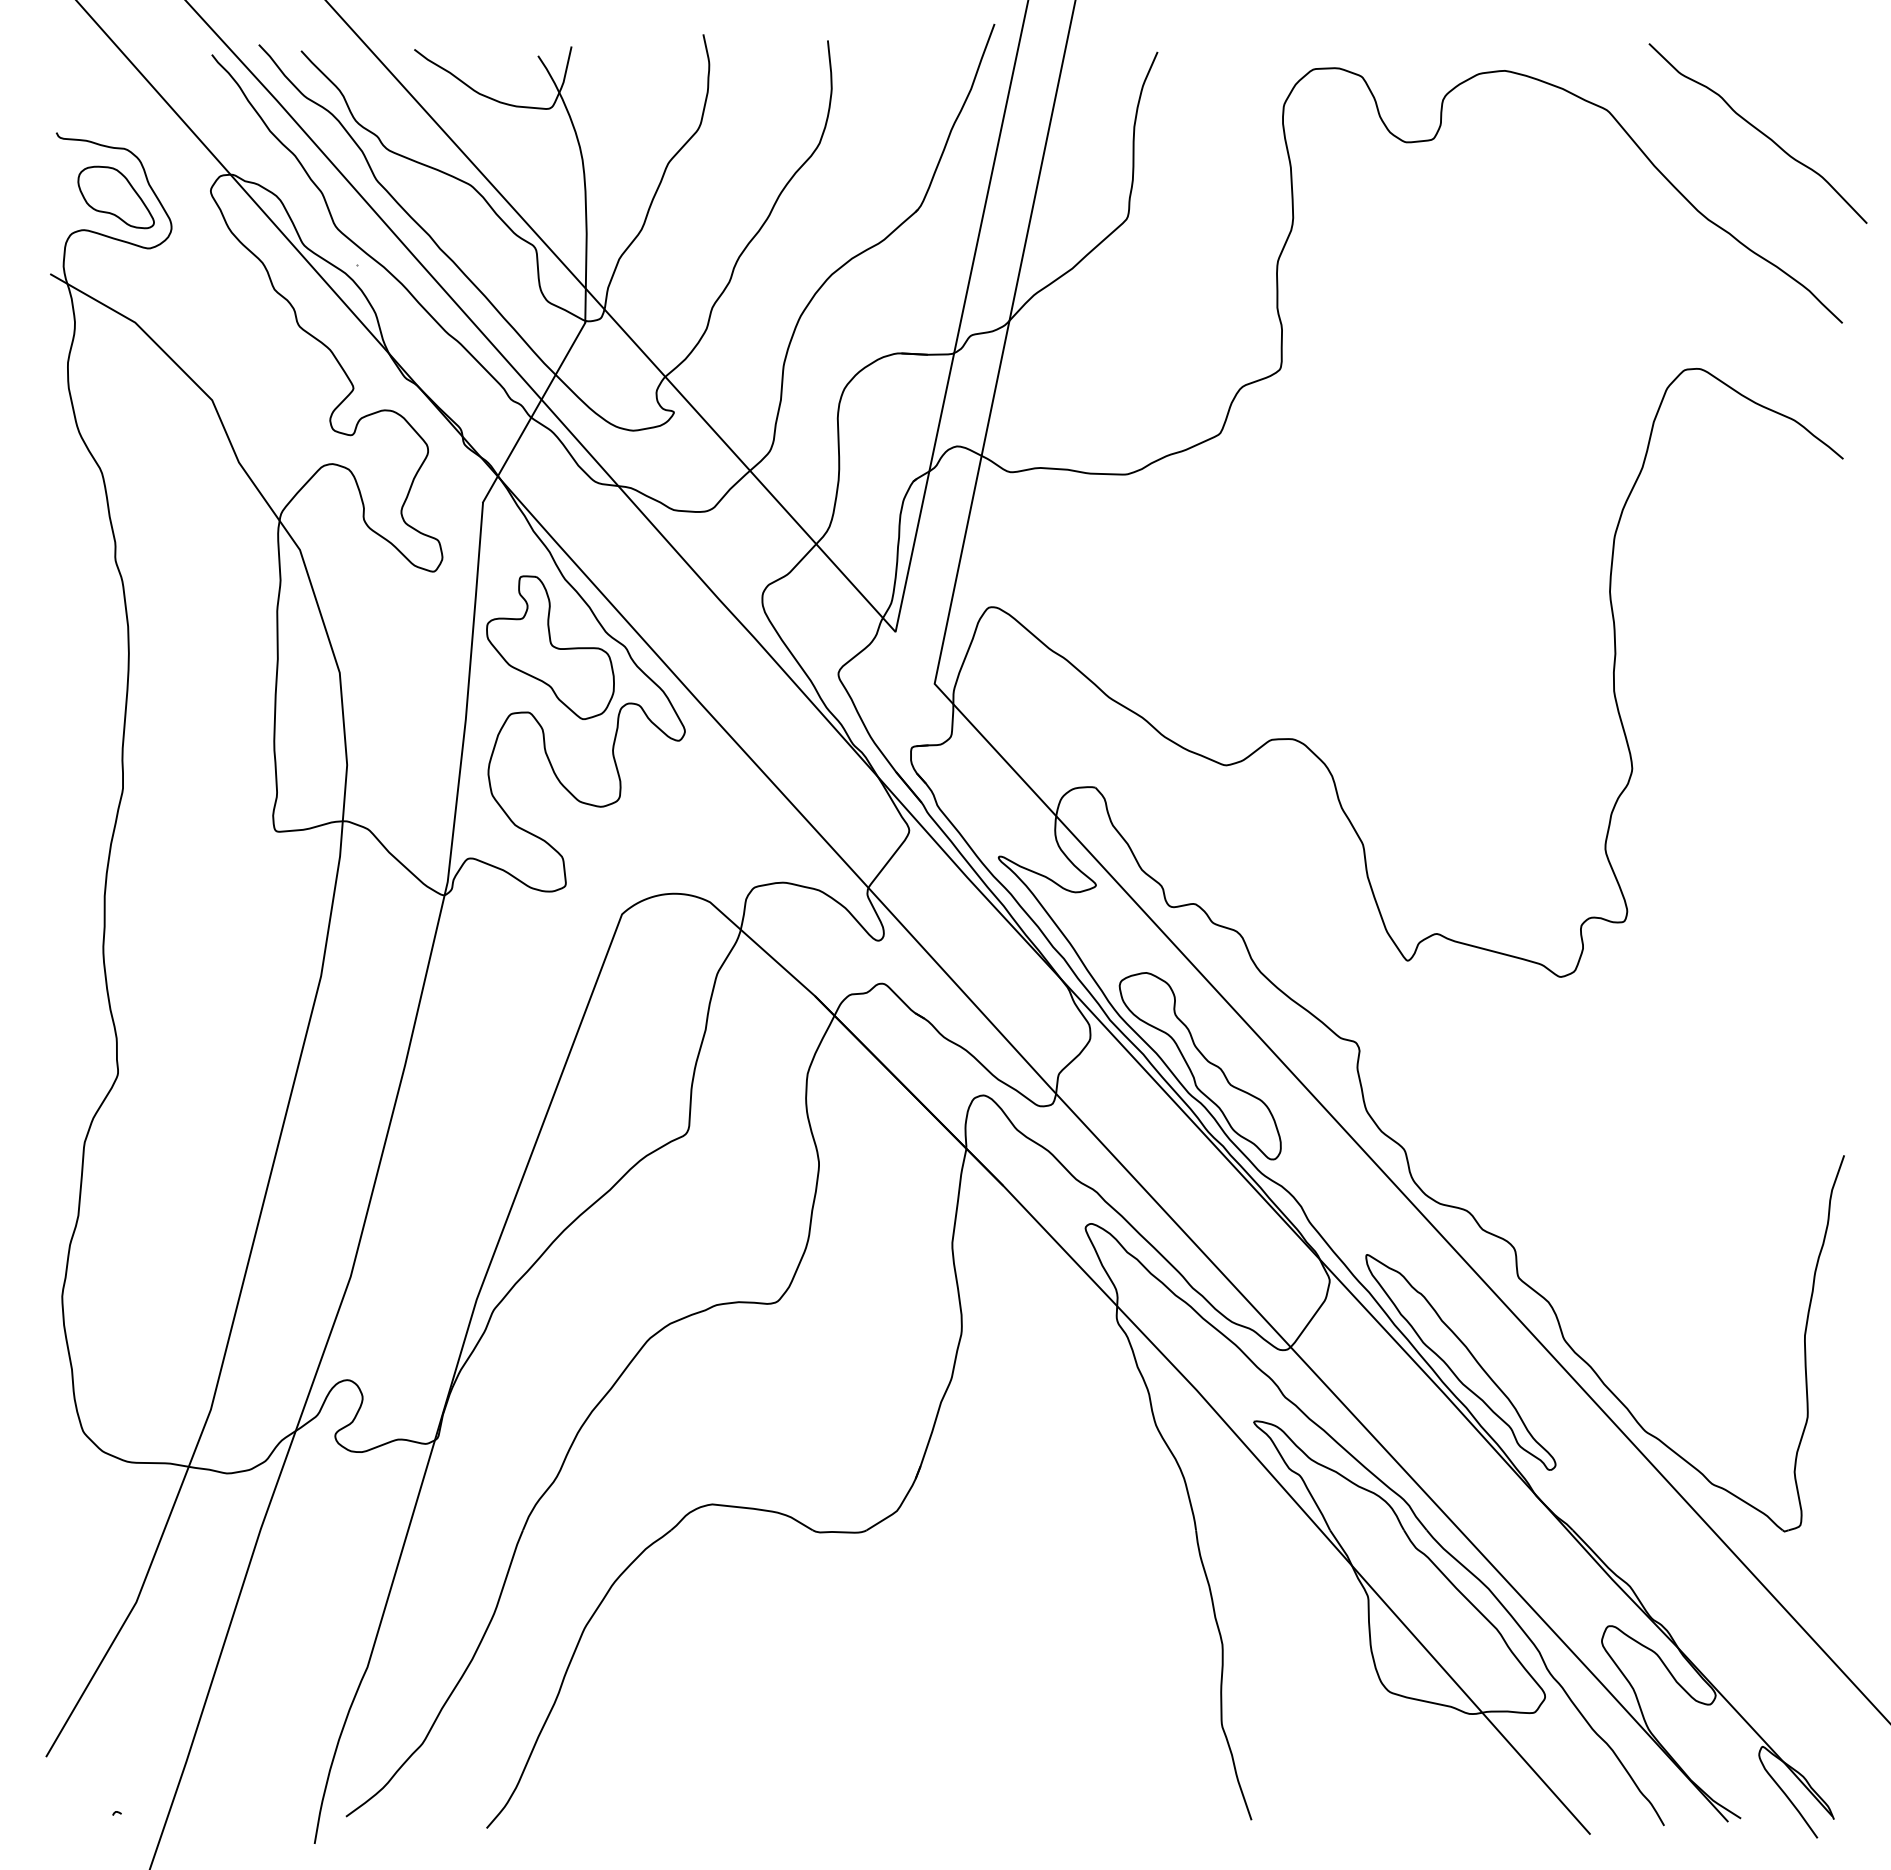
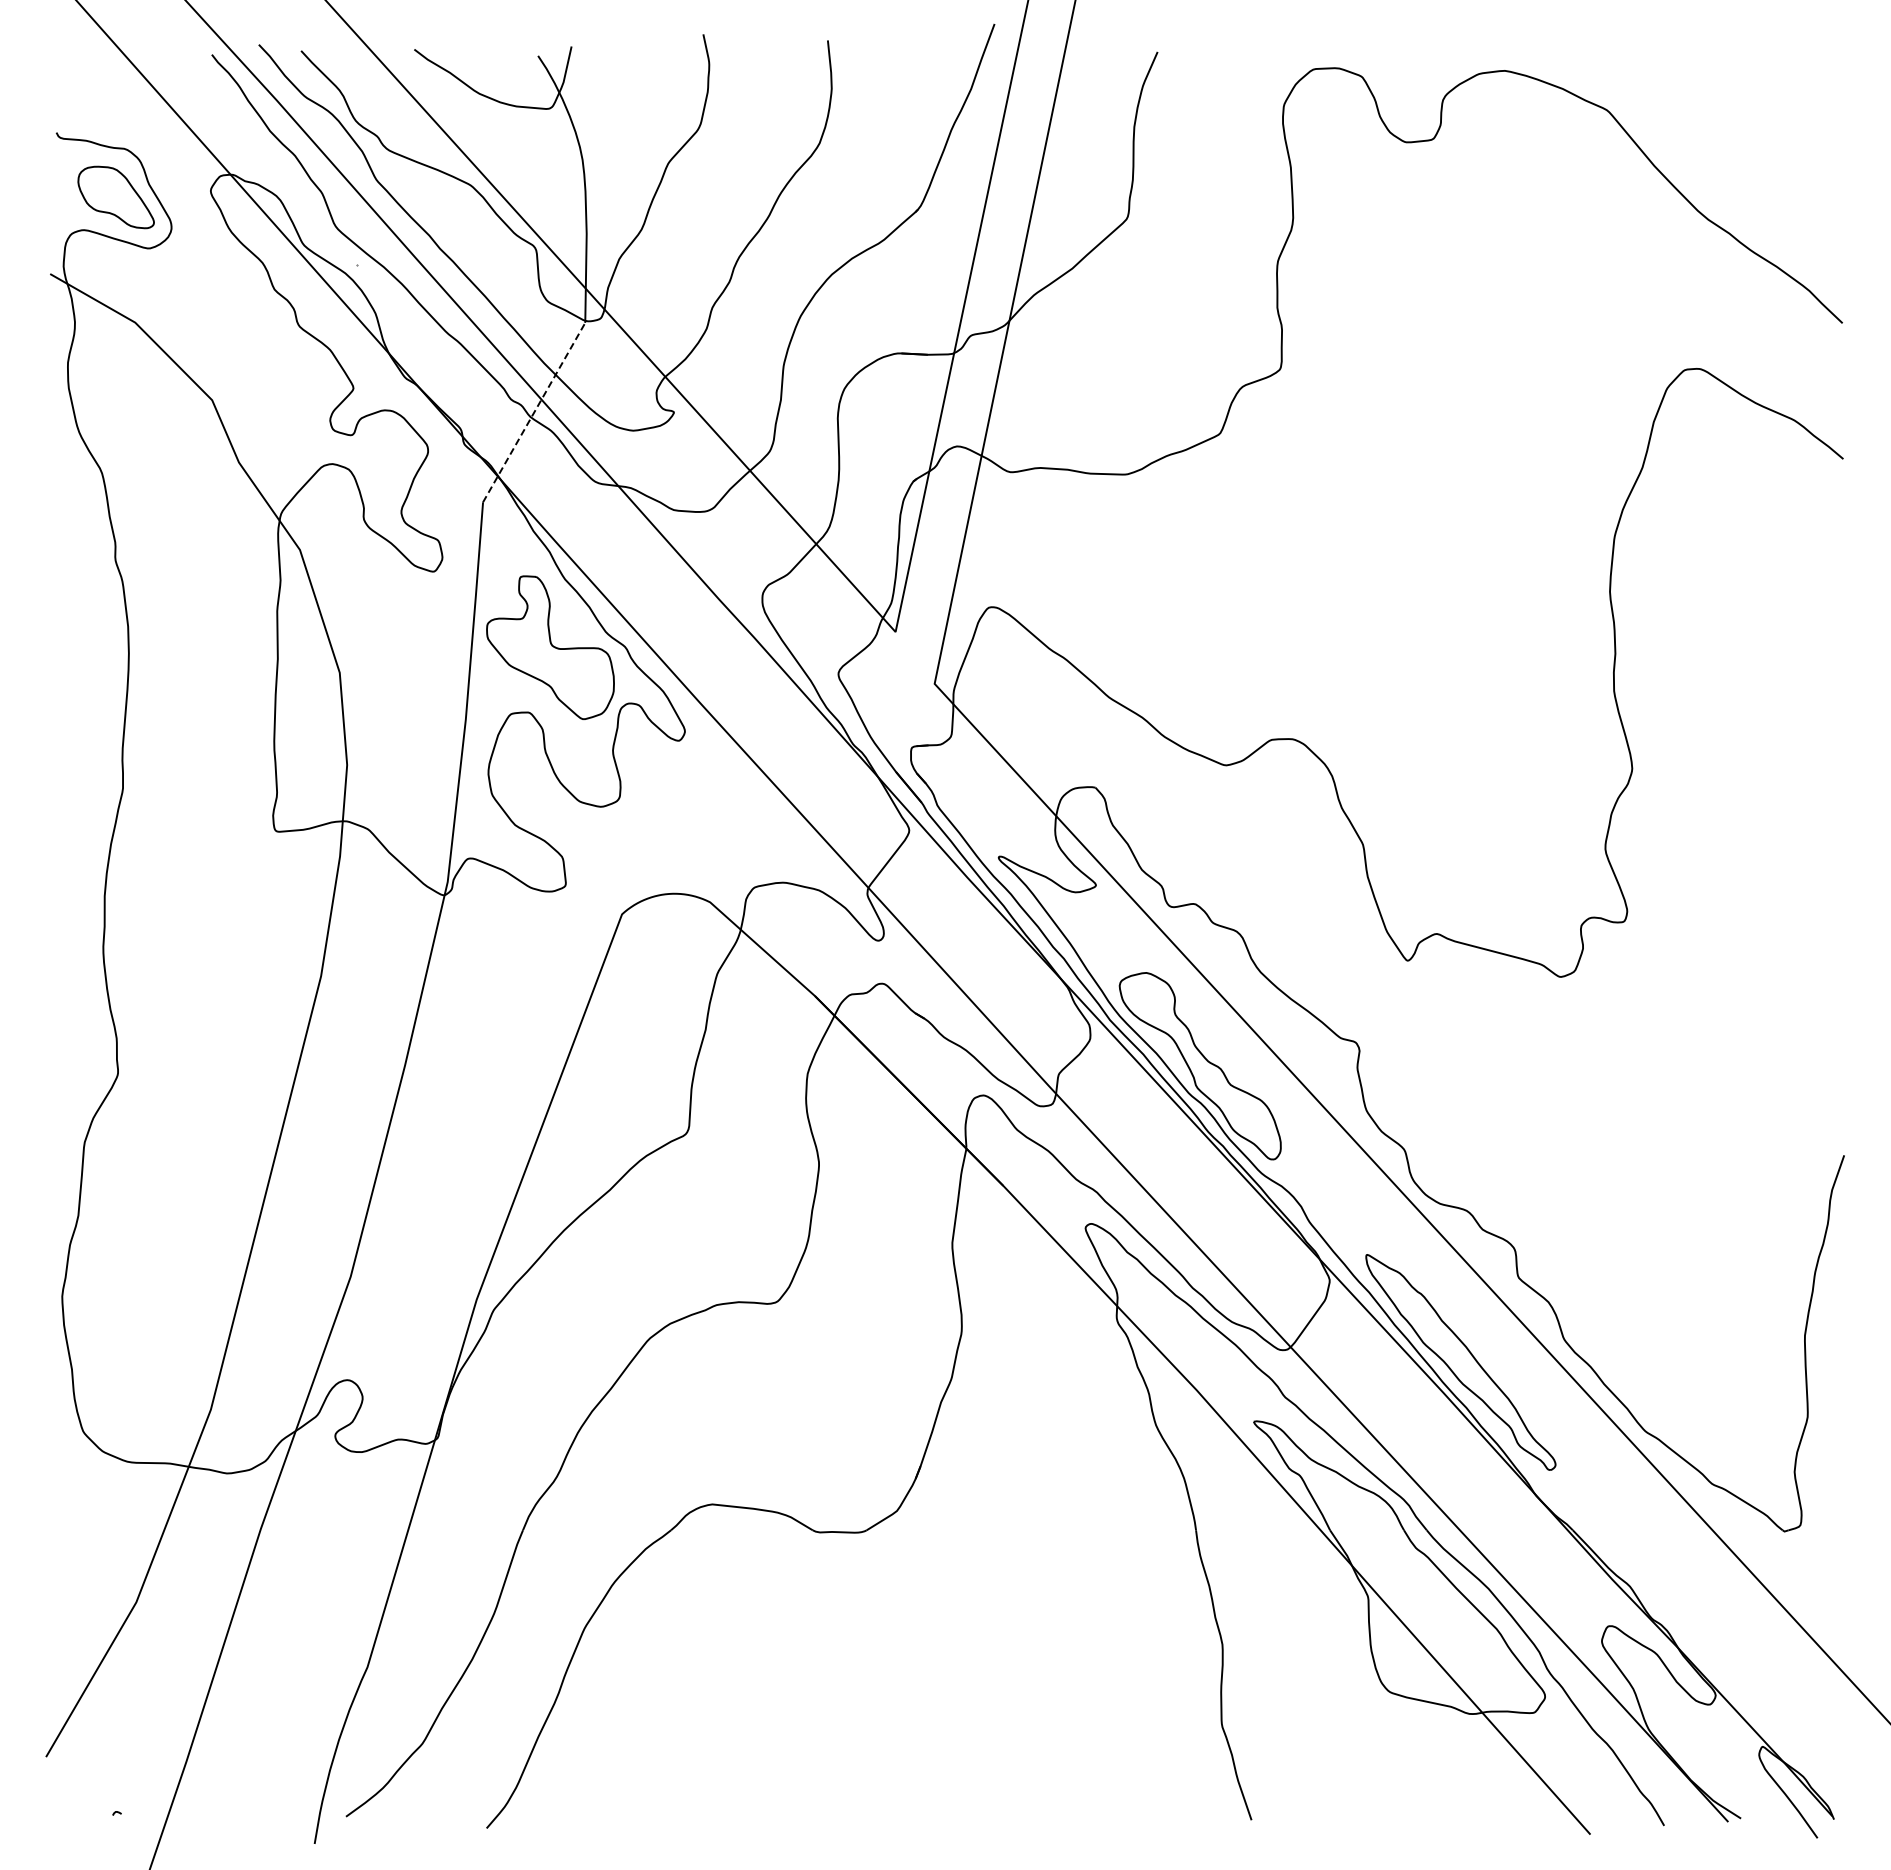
curve at (1758, 131): present -> none
line at (534, 412): solid -> dashed
